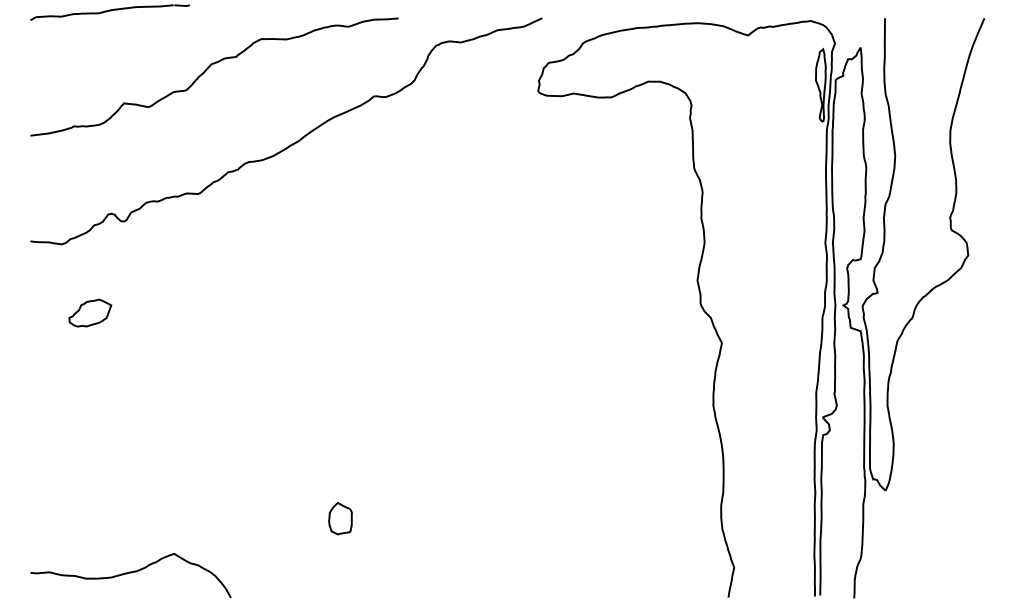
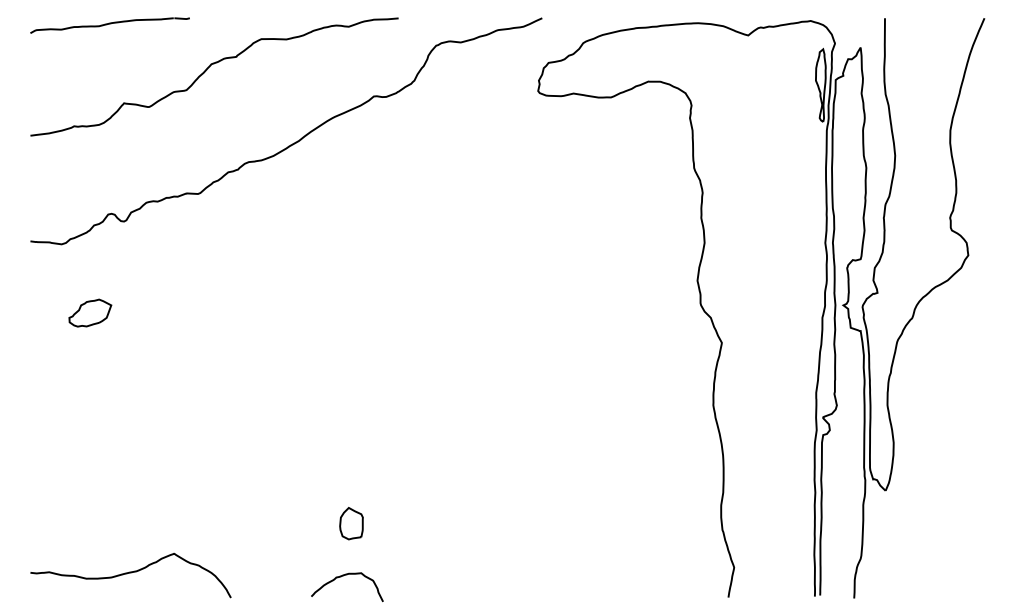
part at (109, 12) position: (109, 12) -> (109, 25)
part at (340, 518) position: (340, 518) -> (351, 523)
curve at (343, 576): none -> present
